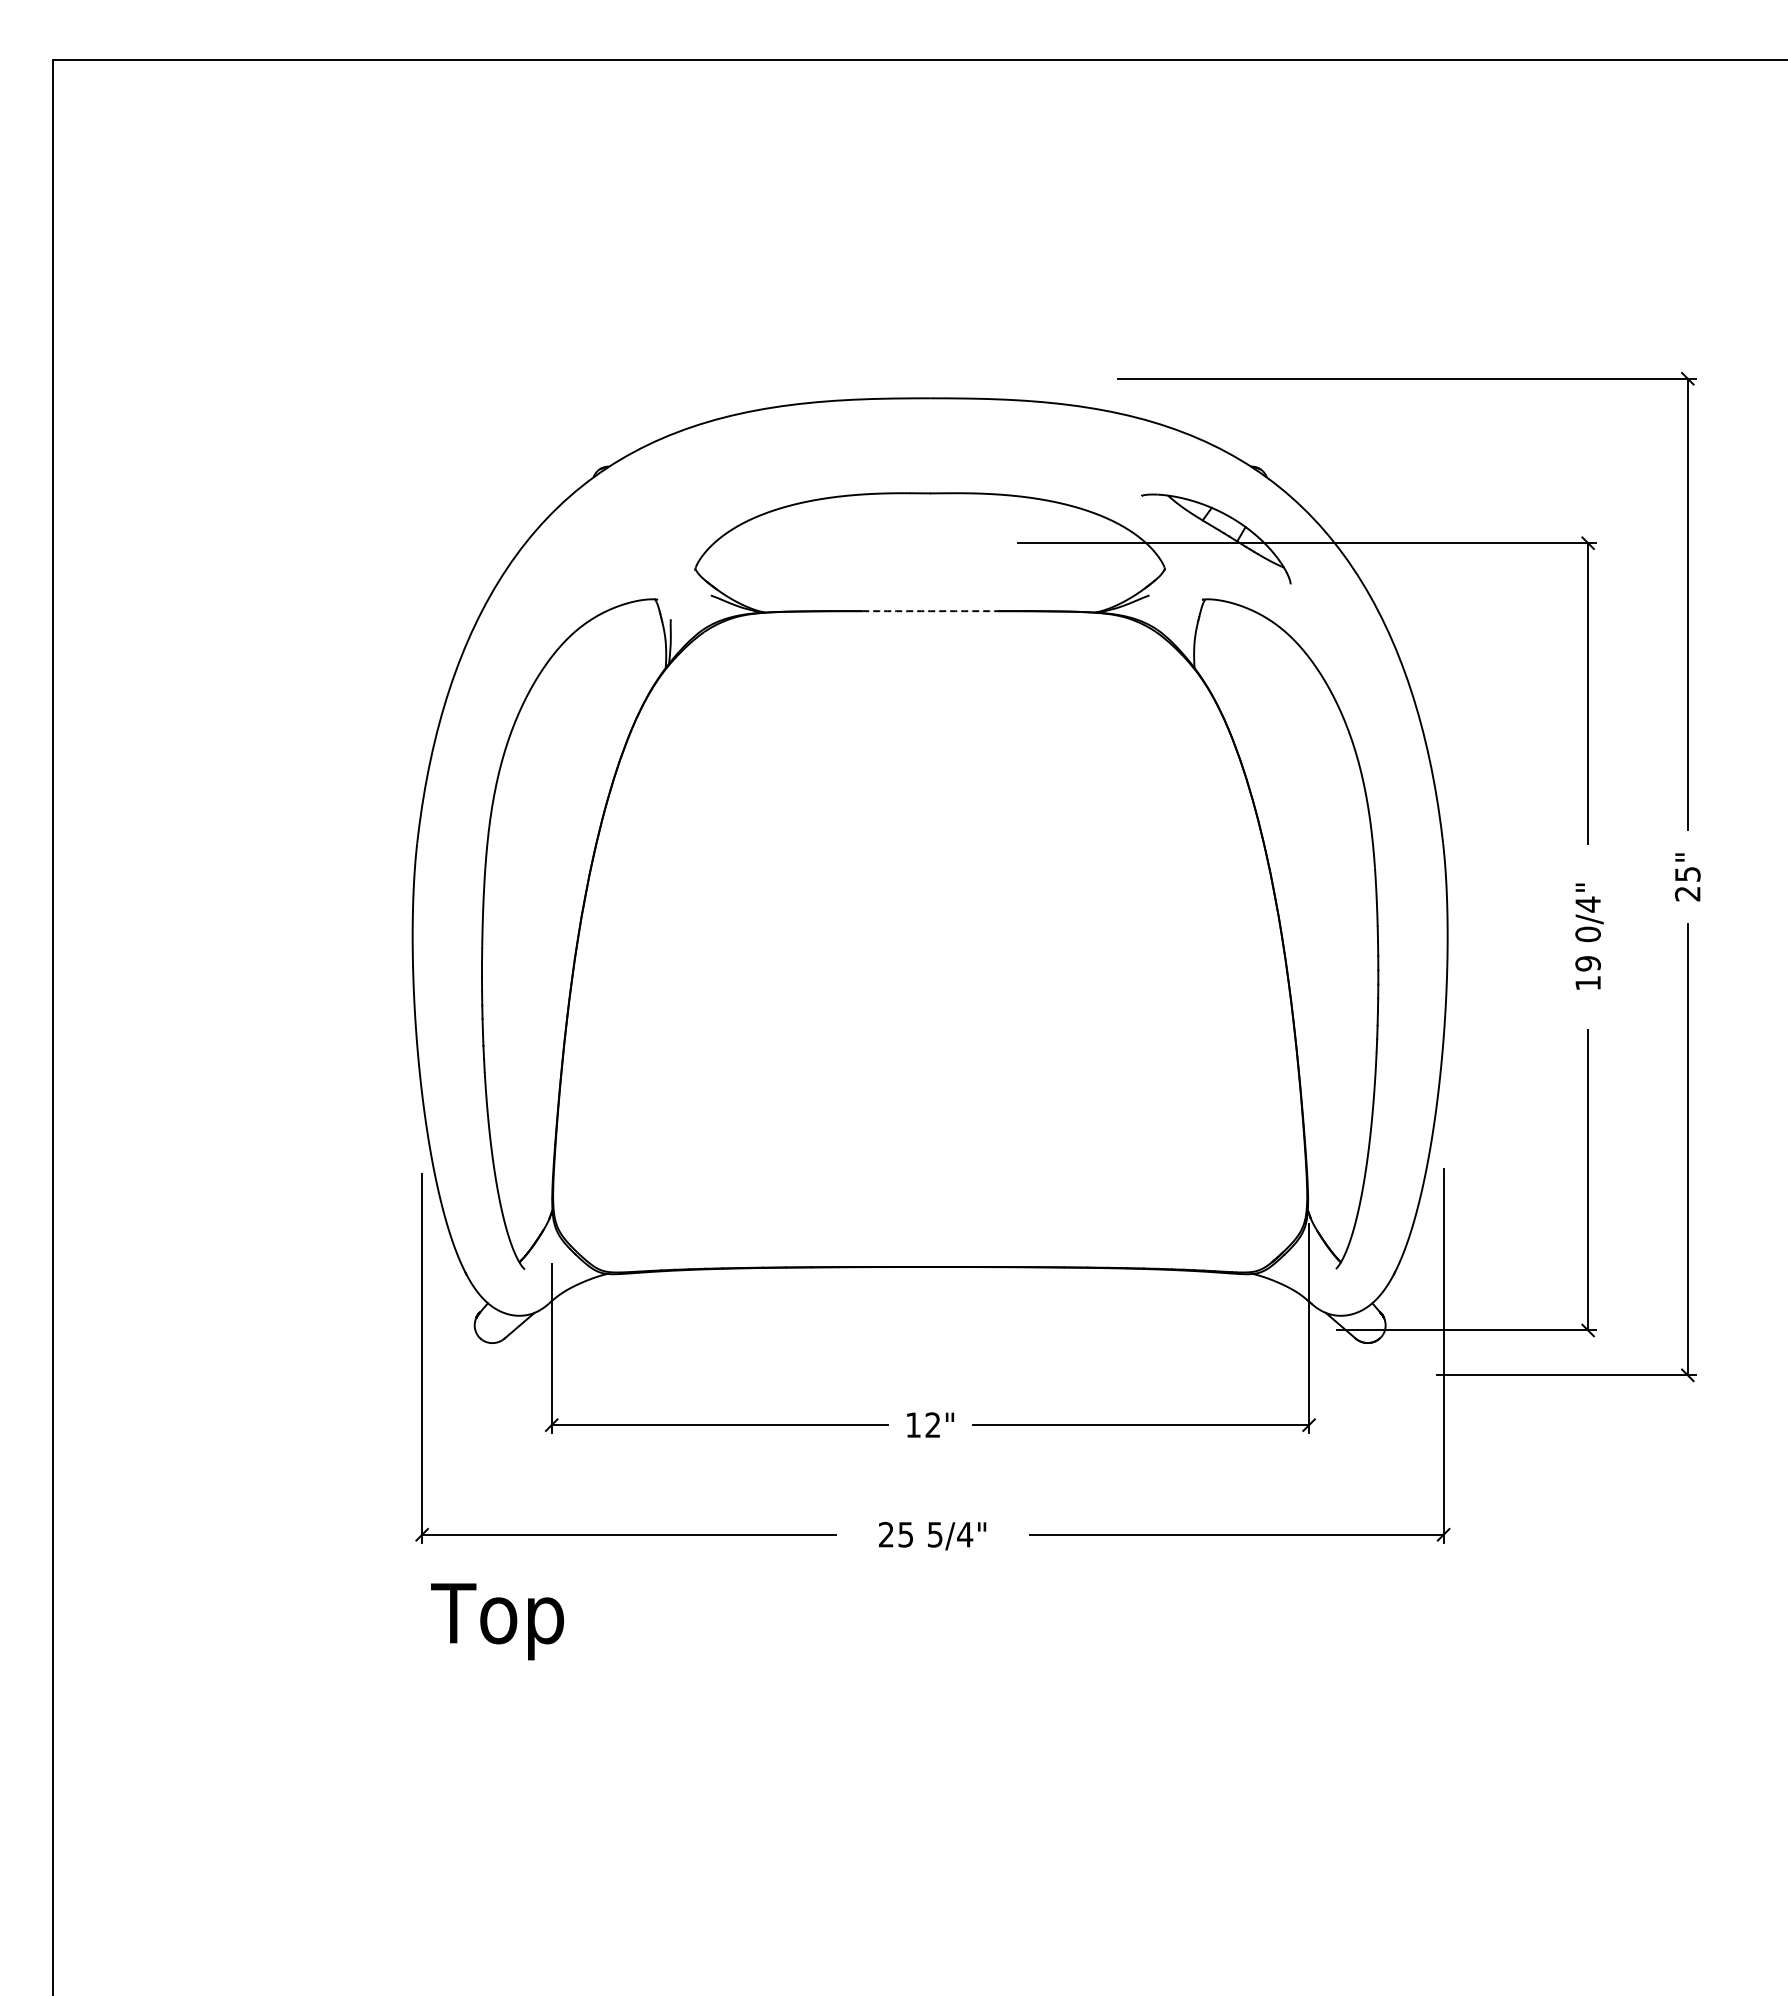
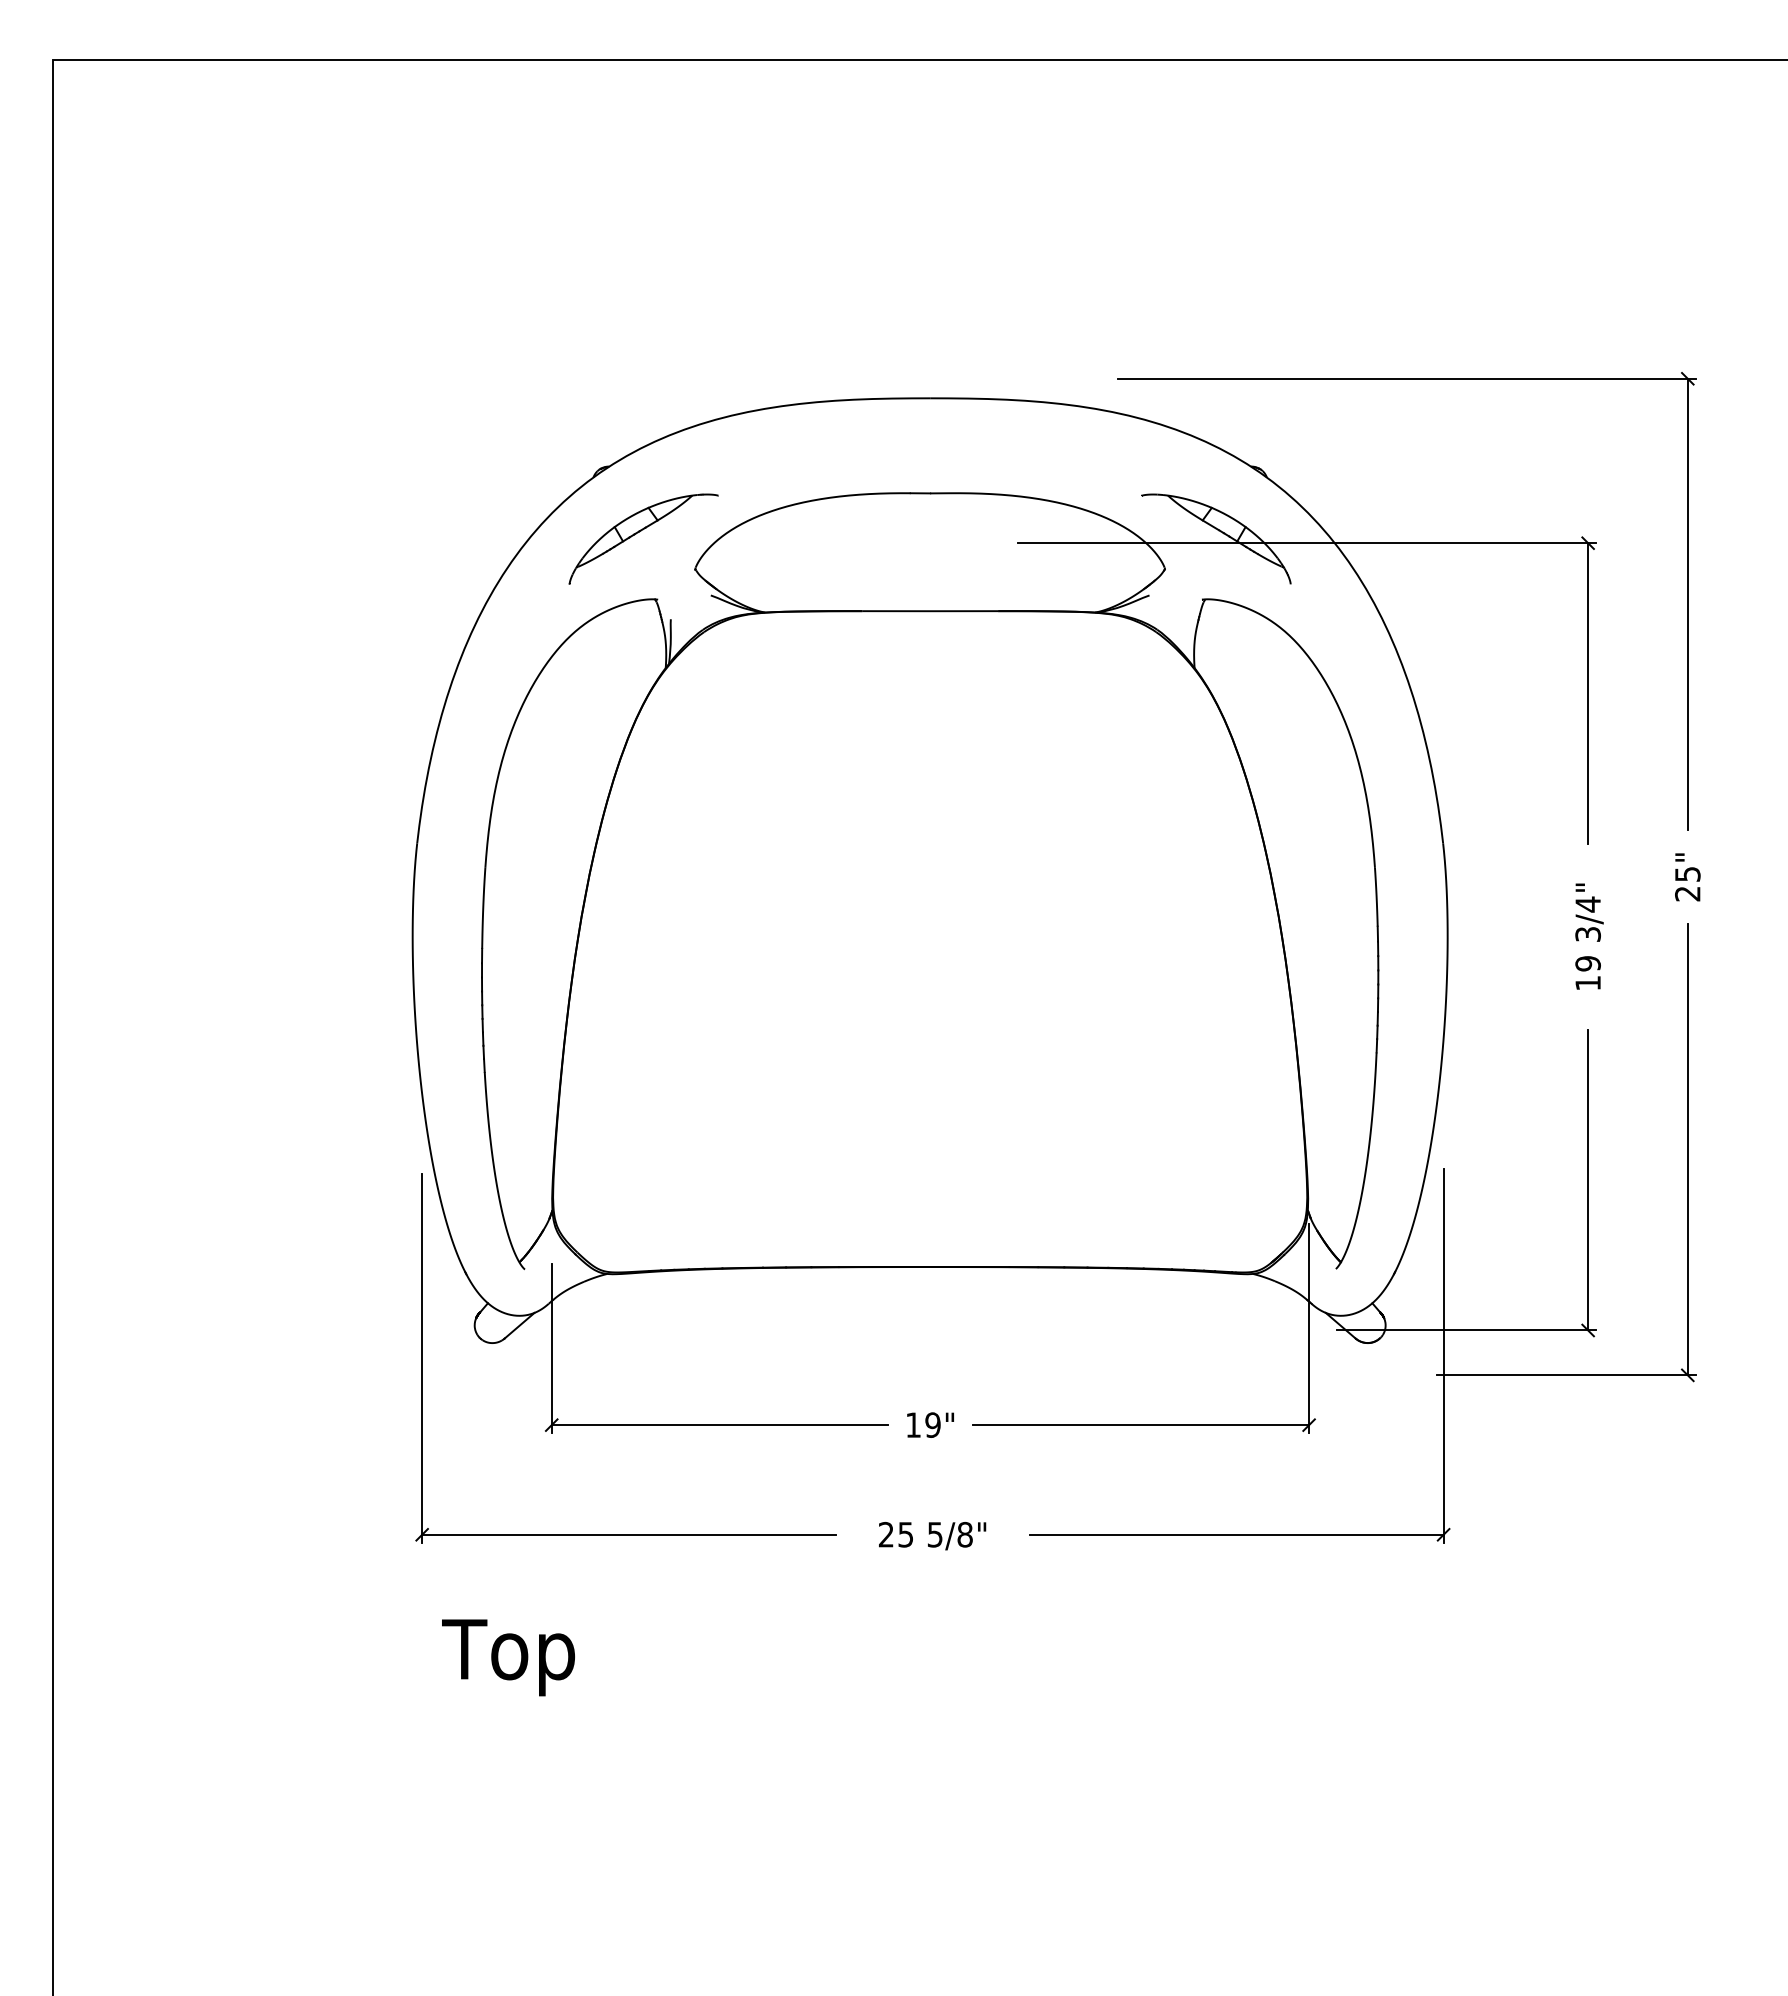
part at (639, 532): none -> present
arc at (930, 611): dashed -> solid
text at (1587, 934): 0/4" -> 3/4"
text at (932, 1424): 12" -> 19"
text at (965, 1534): 5/4" -> 5/8"
text at (497, 1621) position: (497, 1621) -> (508, 1657)
